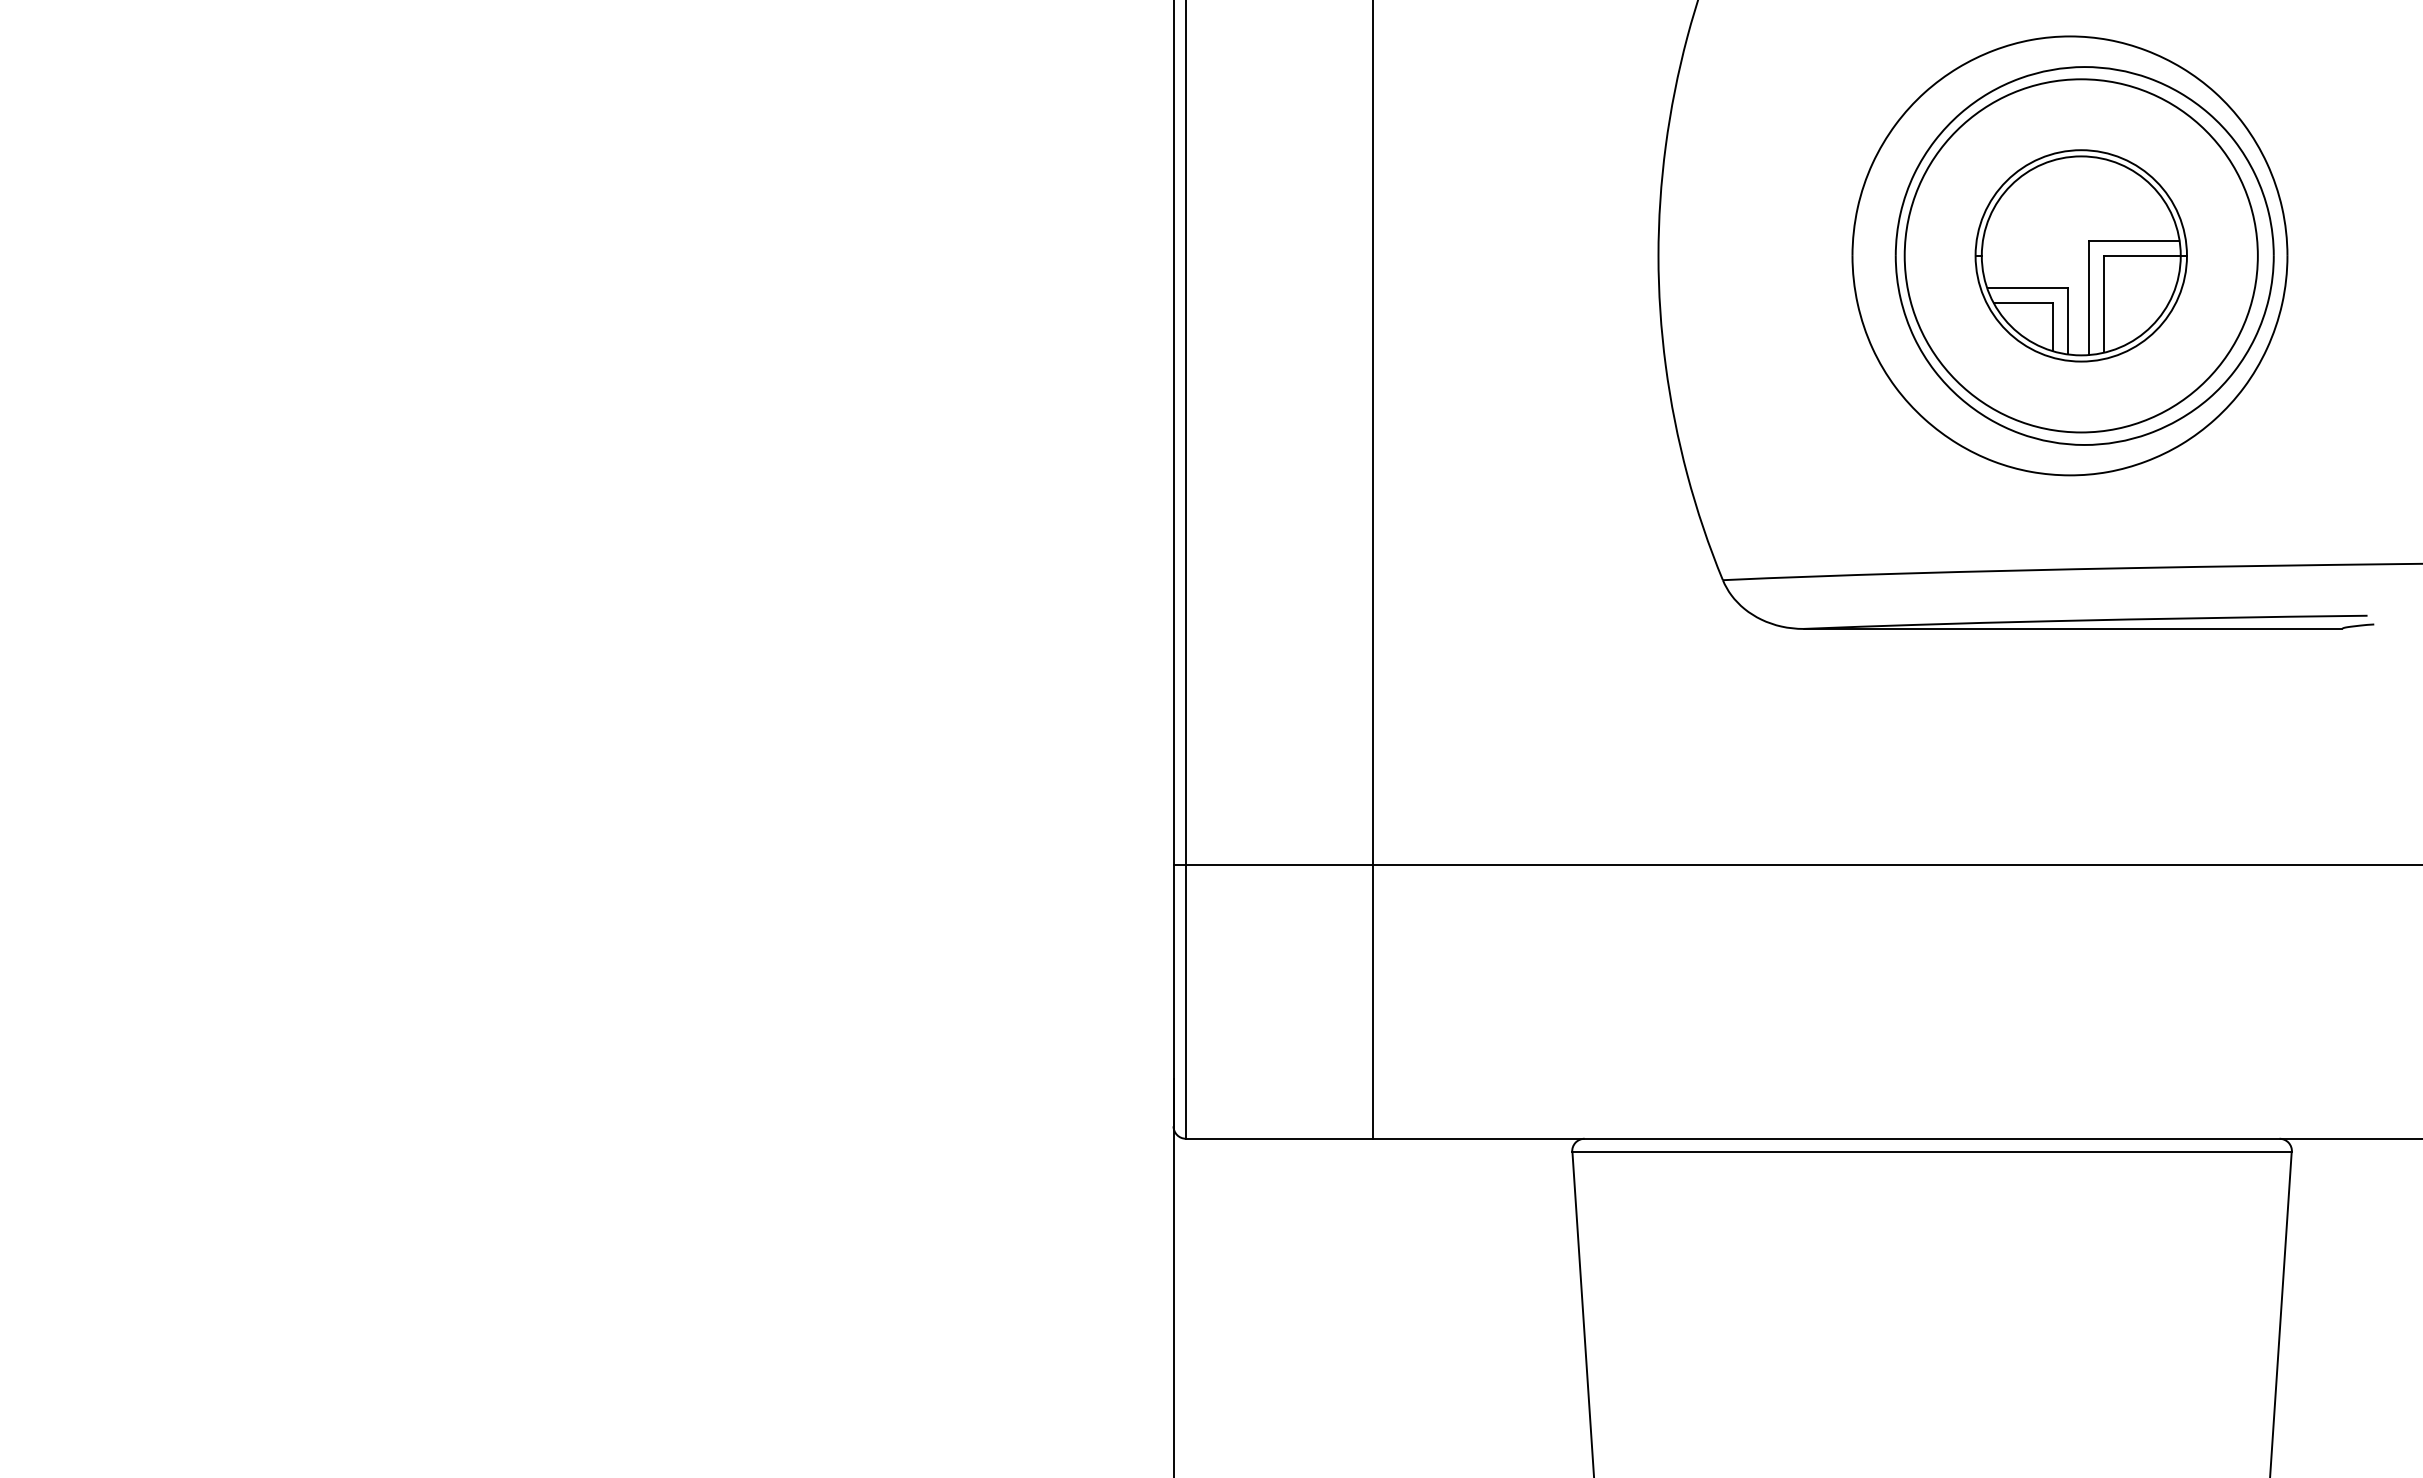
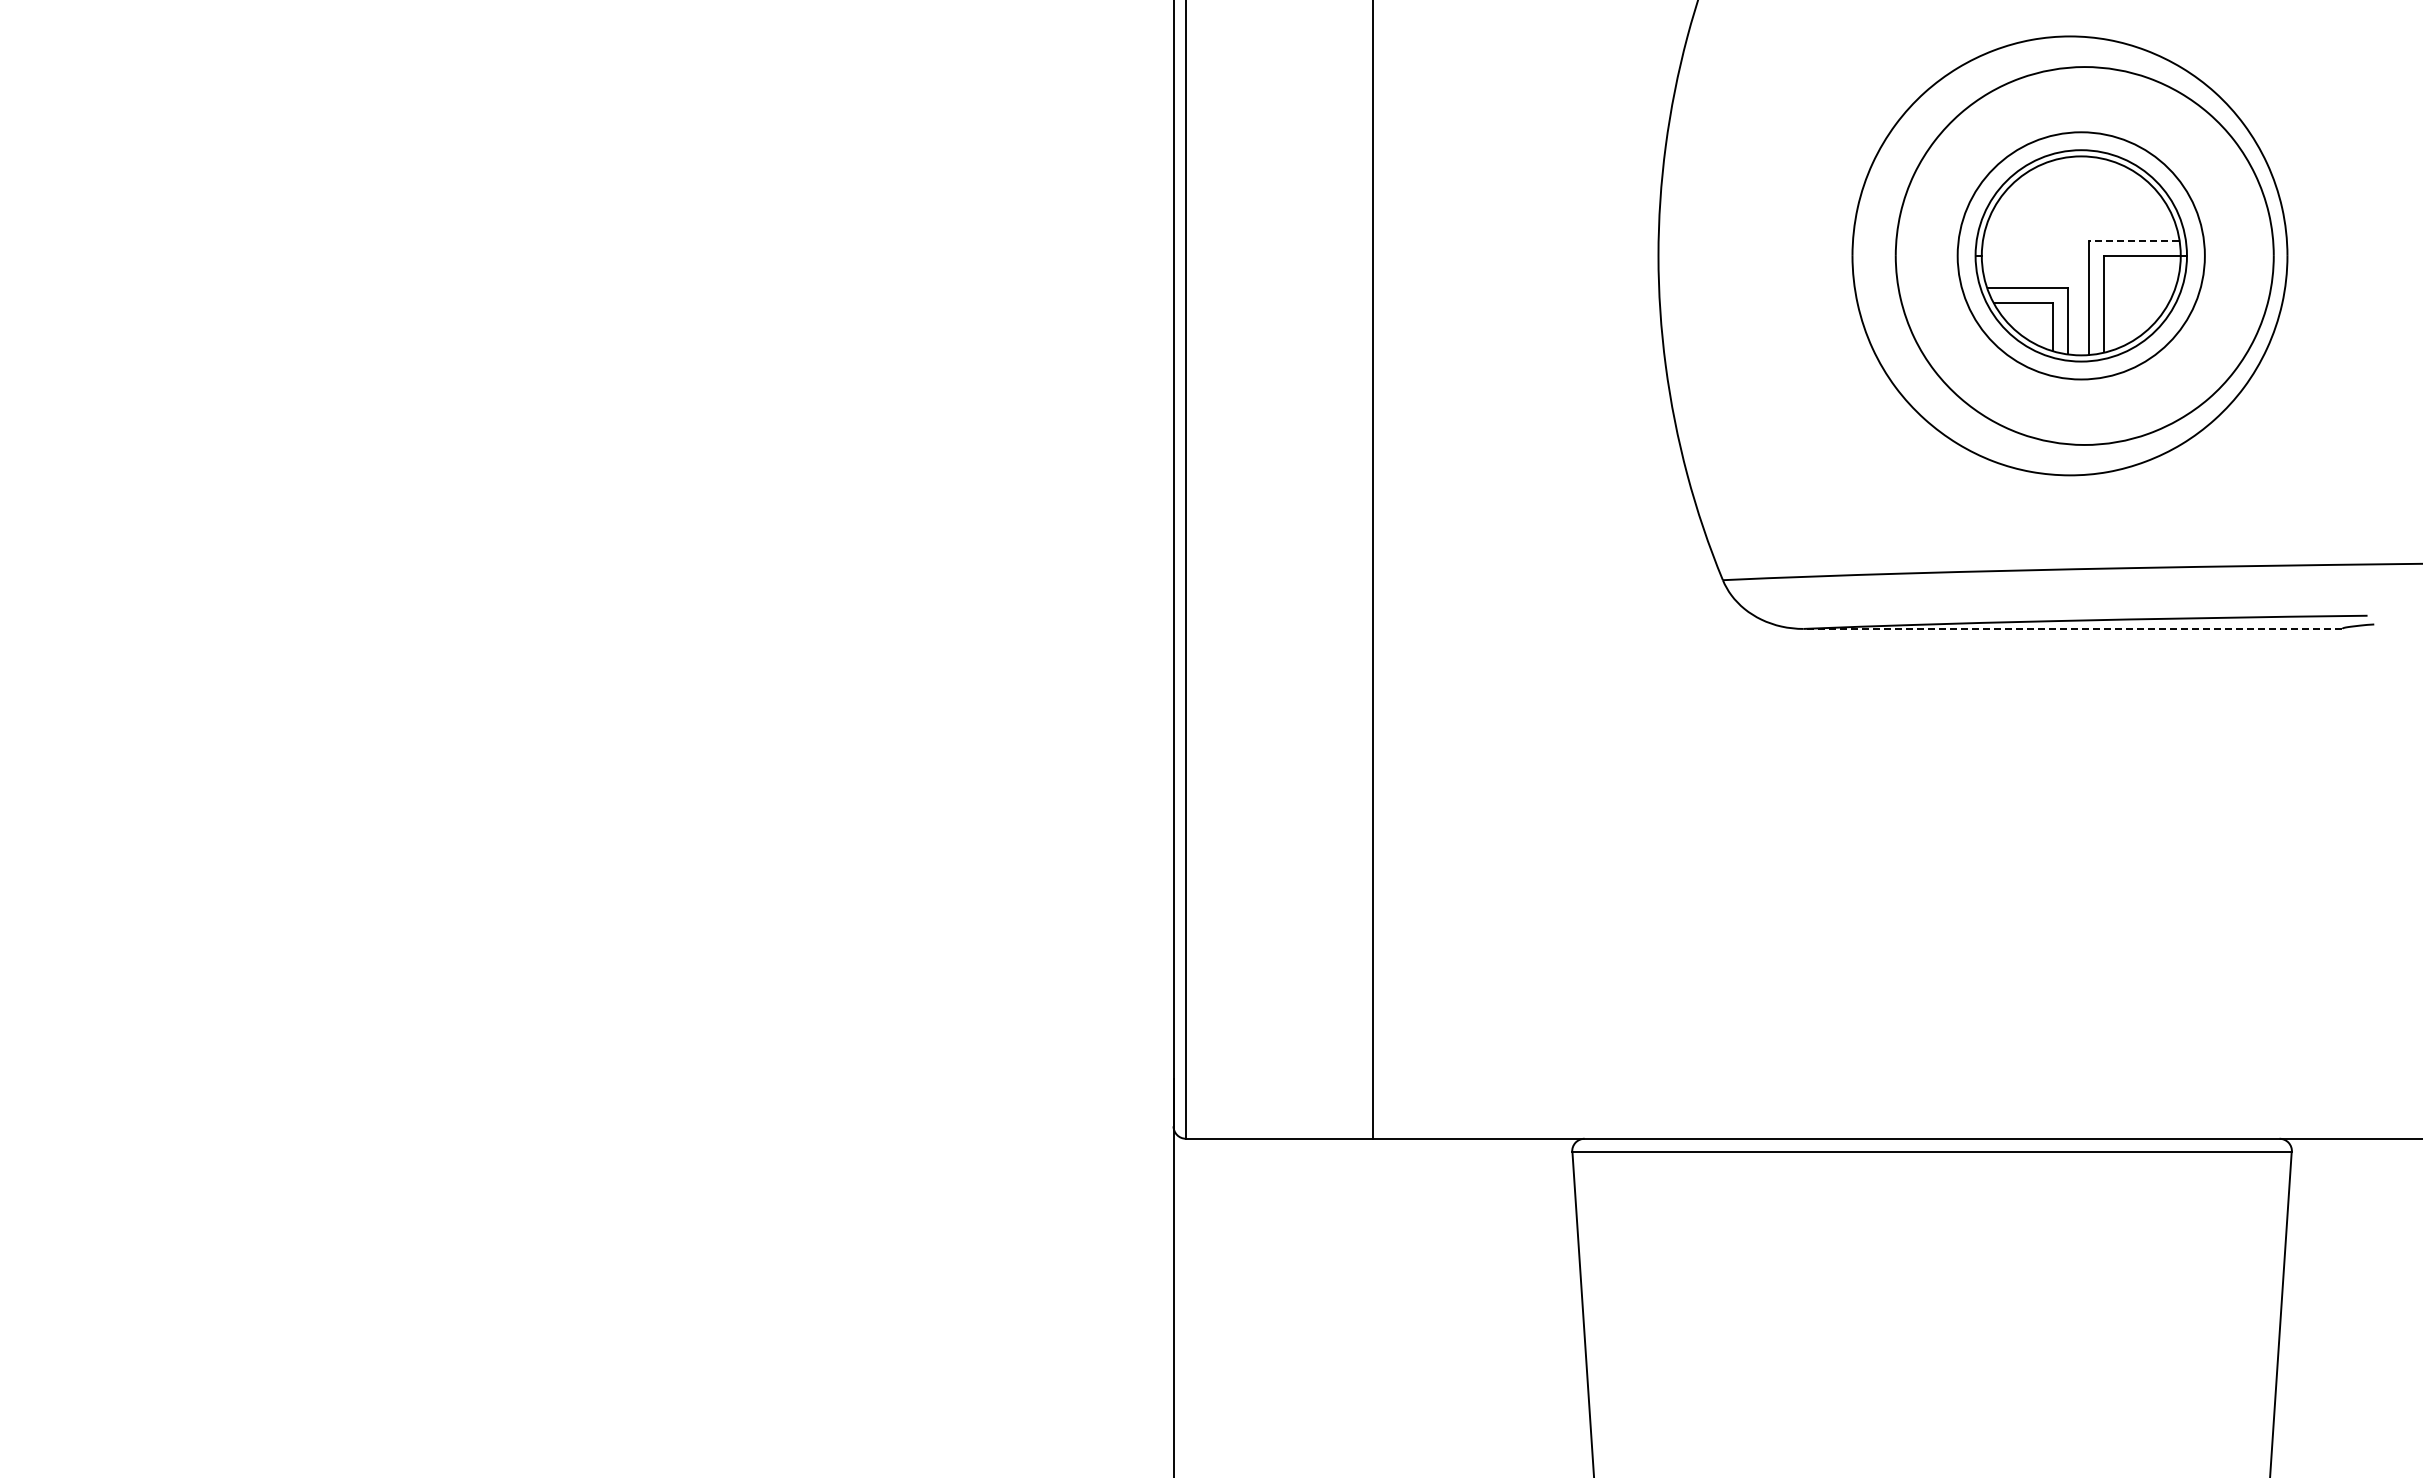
line at (2133, 240): solid -> dashed
circle at (2080, 255) diameter: 353 px -> 247 px
line at (2072, 628): solid -> dashed
line at (1796, 865): present -> none
